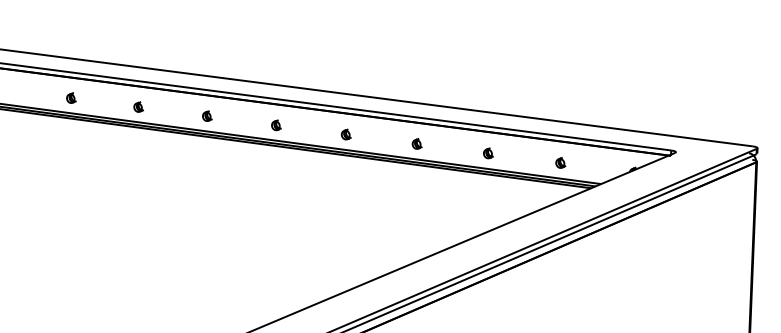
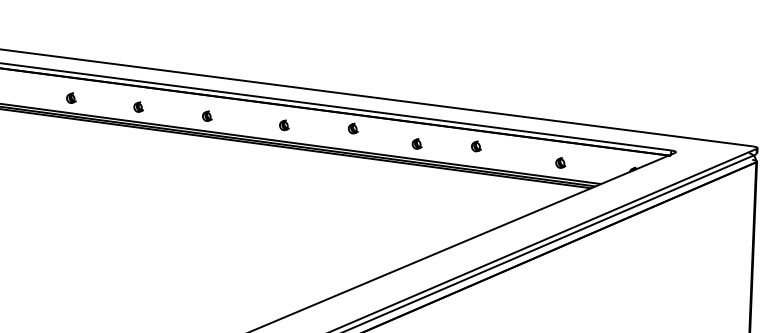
part at (276, 125) position: (276, 125) -> (284, 125)
part at (345, 134) position: (345, 134) -> (352, 128)
part at (488, 153) position: (488, 153) -> (476, 146)
